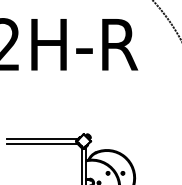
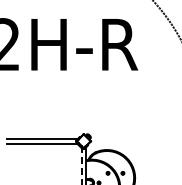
line at (81, 166): solid -> dashed
